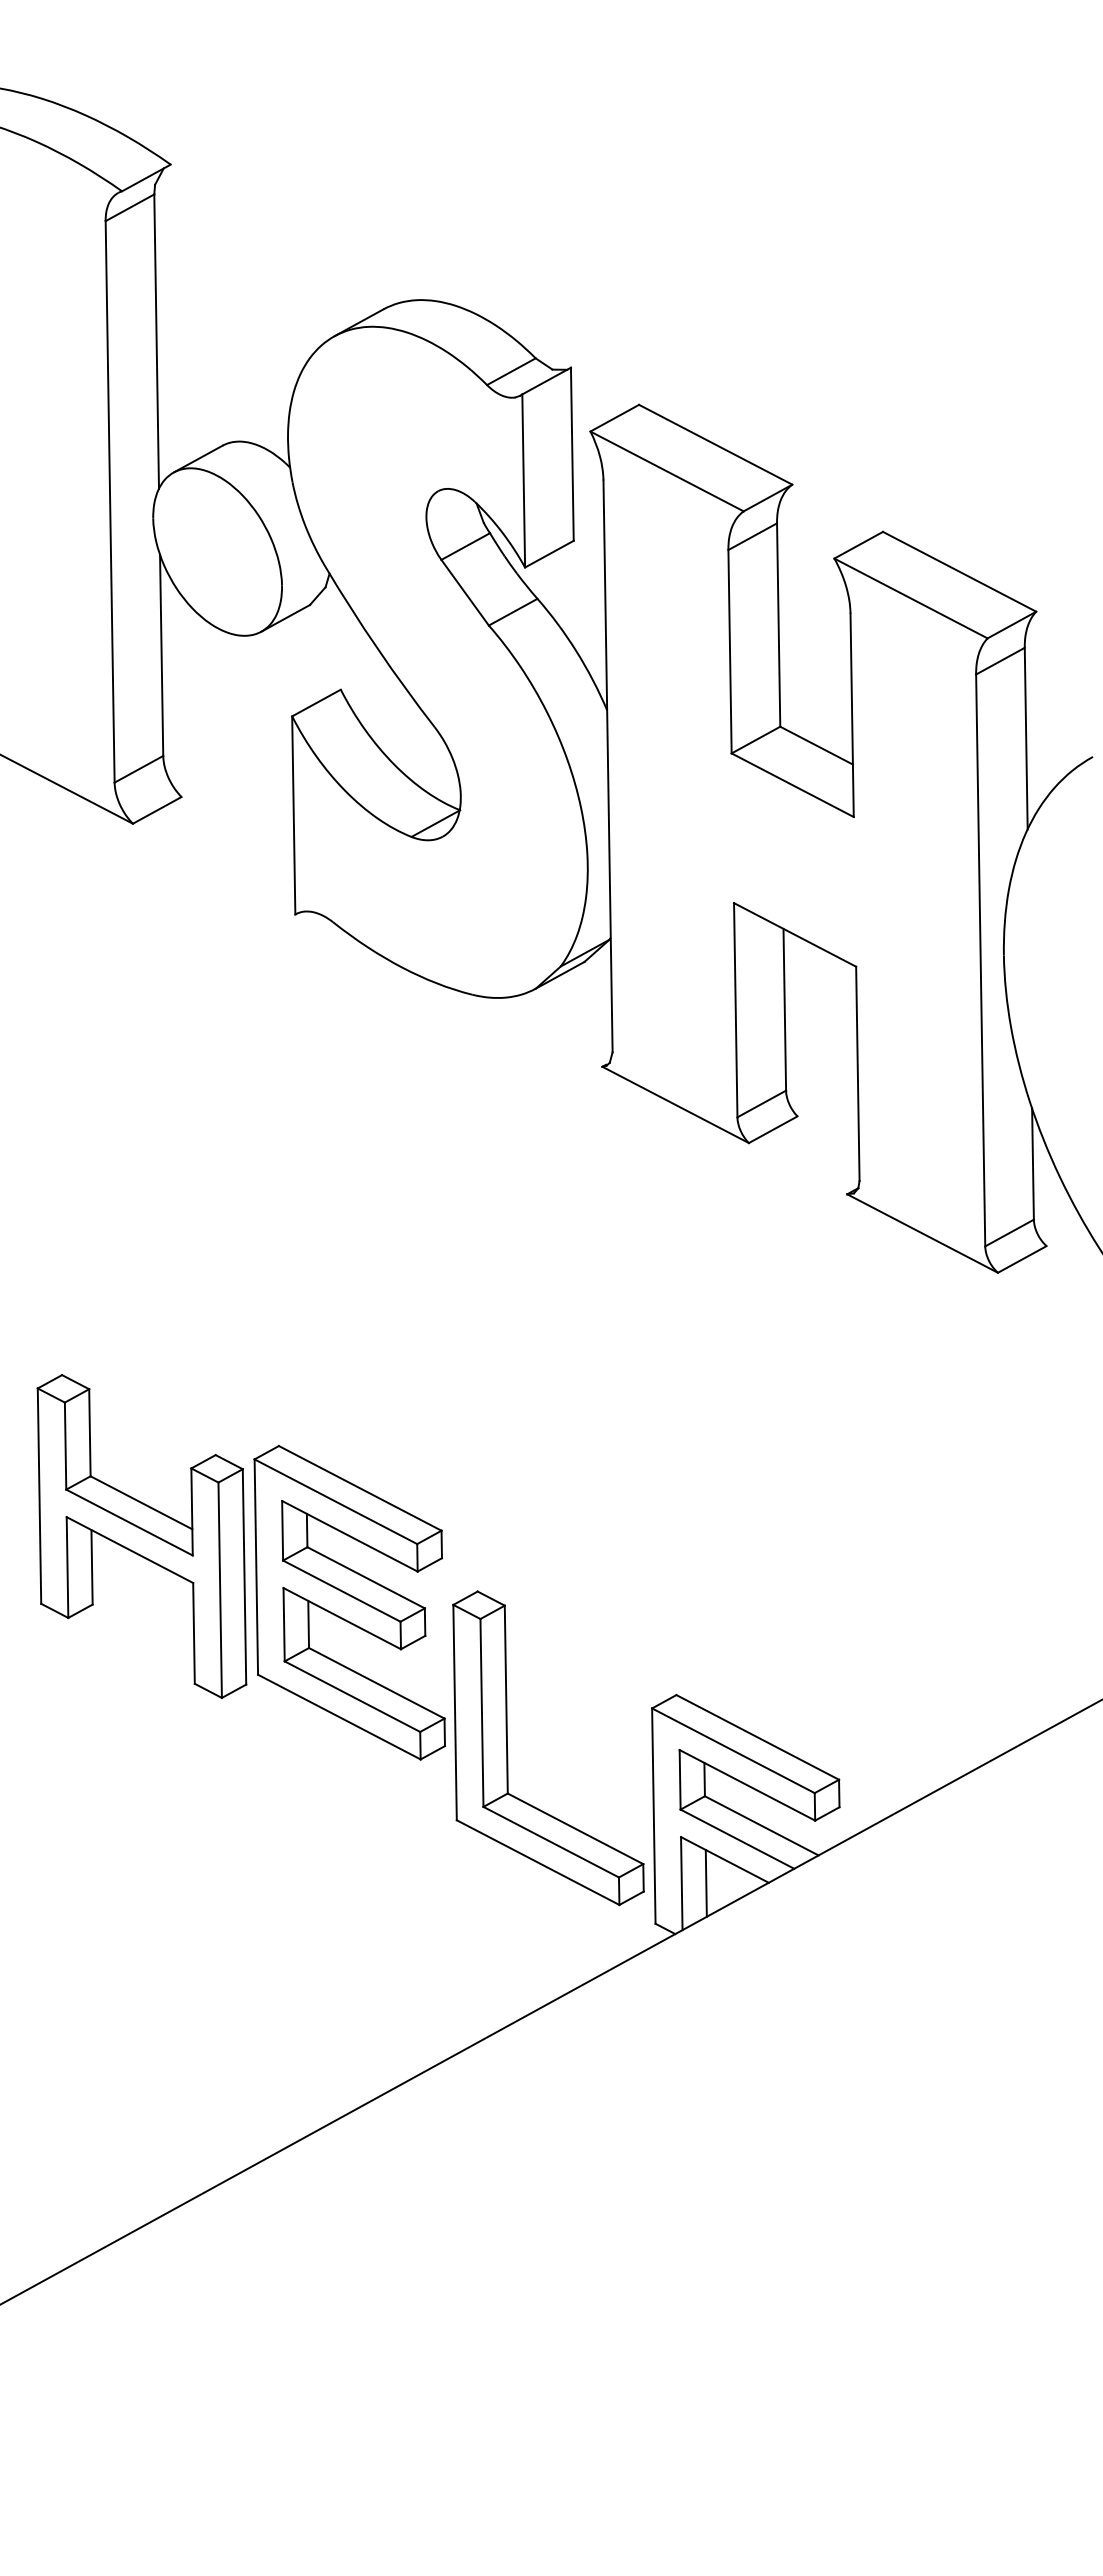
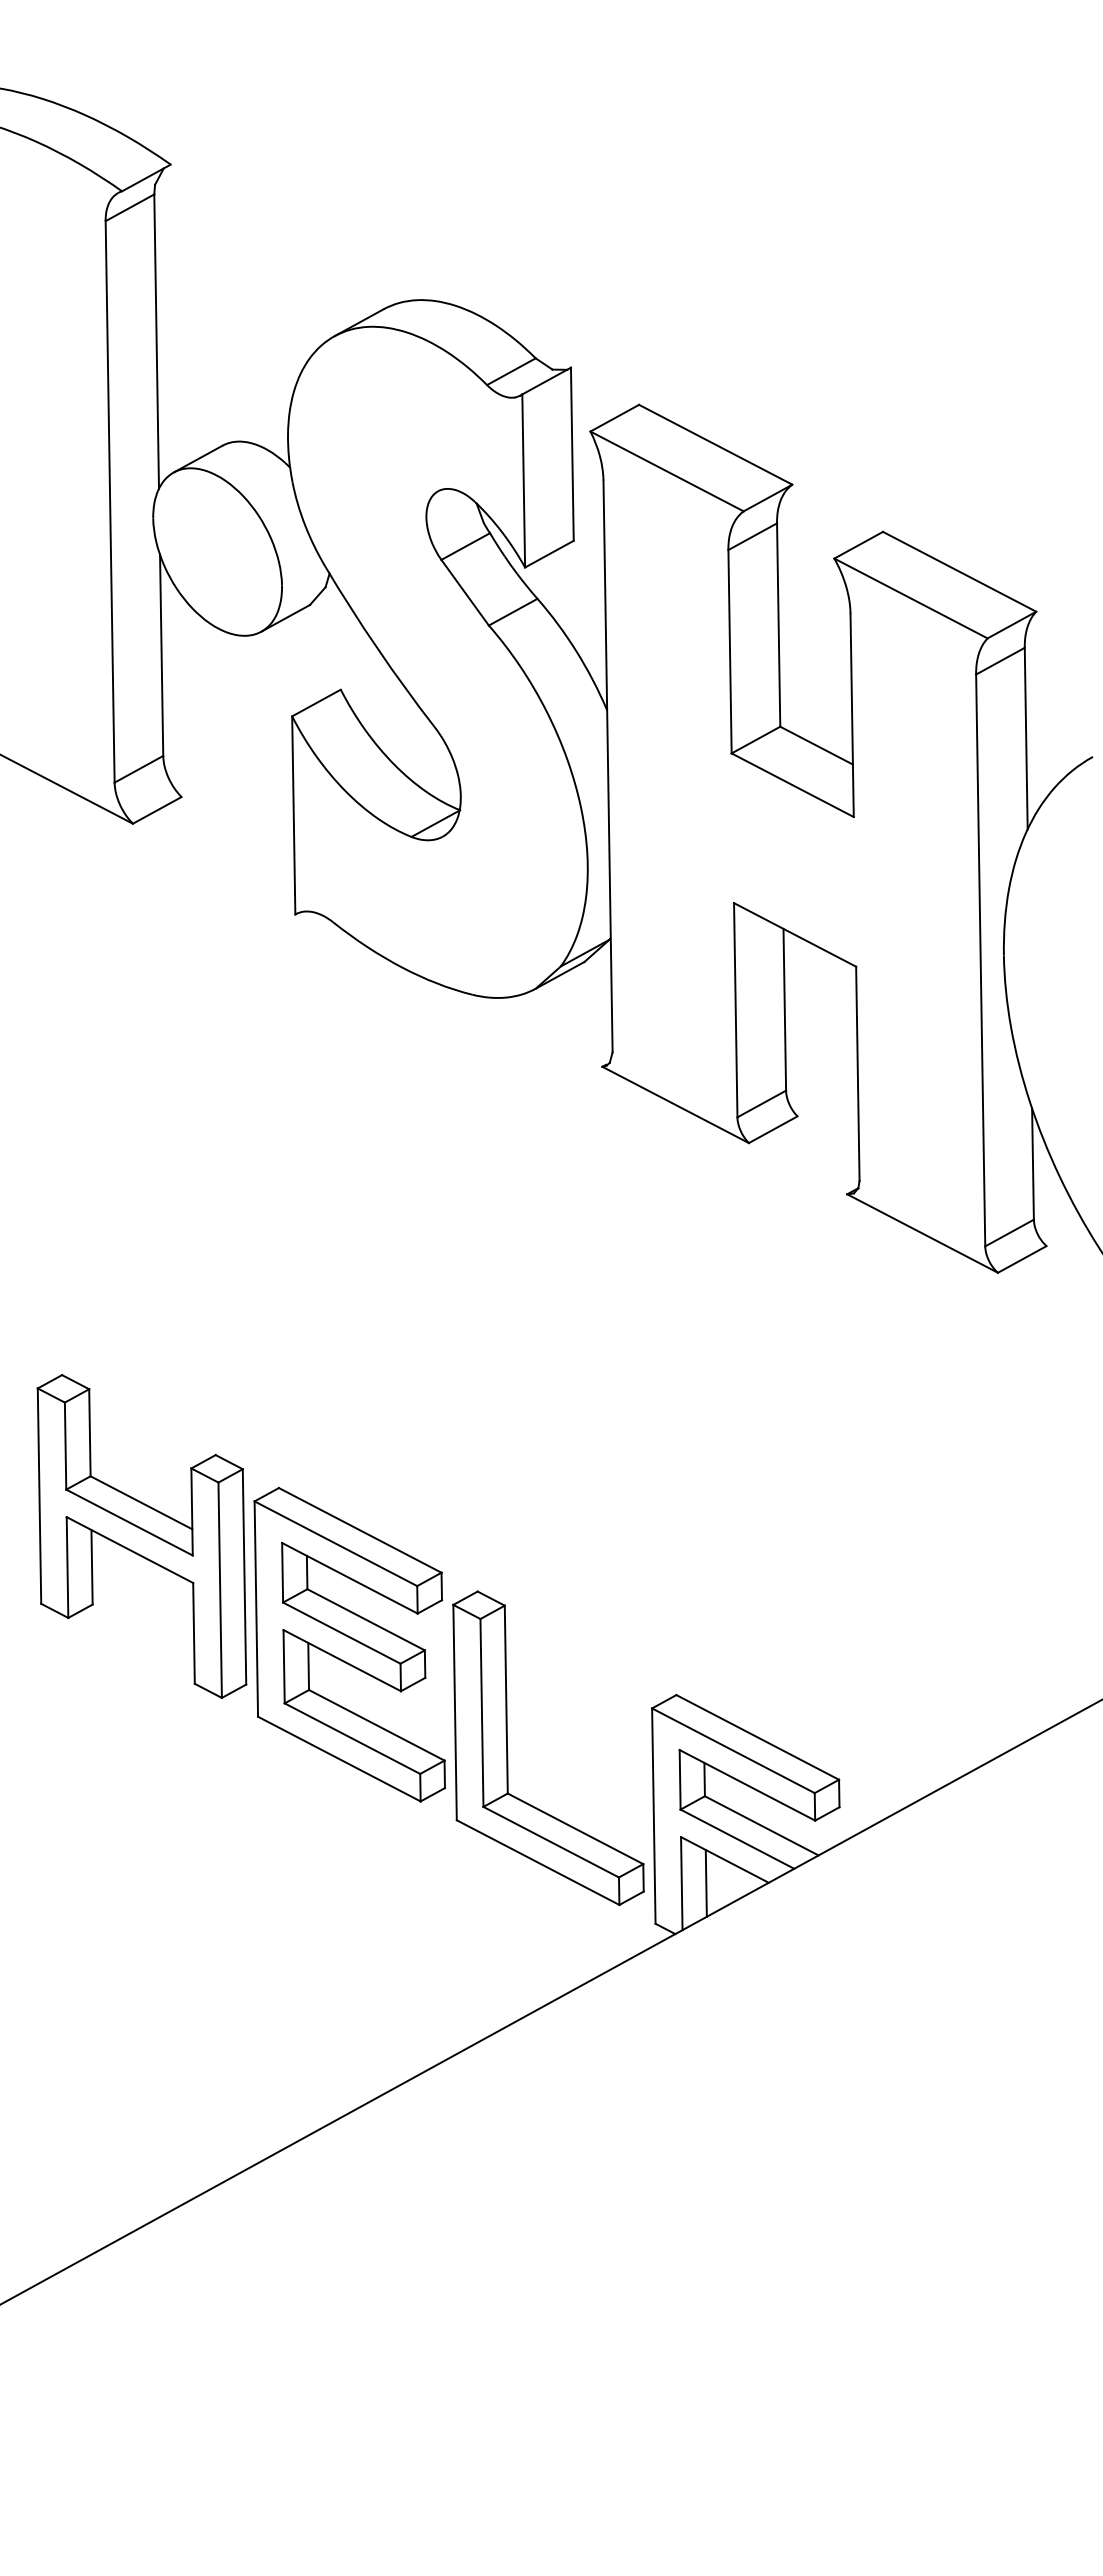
part at (349, 1602) position: (349, 1602) -> (349, 1644)
